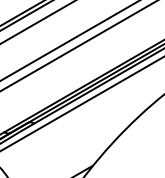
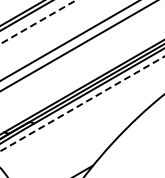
line at (38, 22): solid -> dashed
line at (82, 104): solid -> dashed
